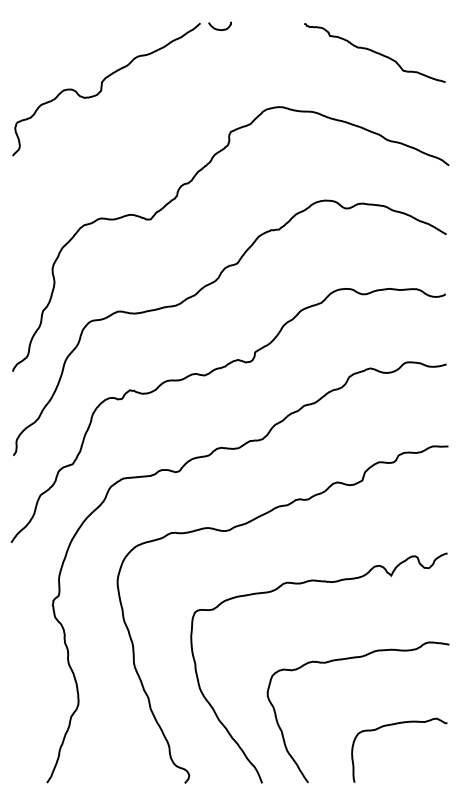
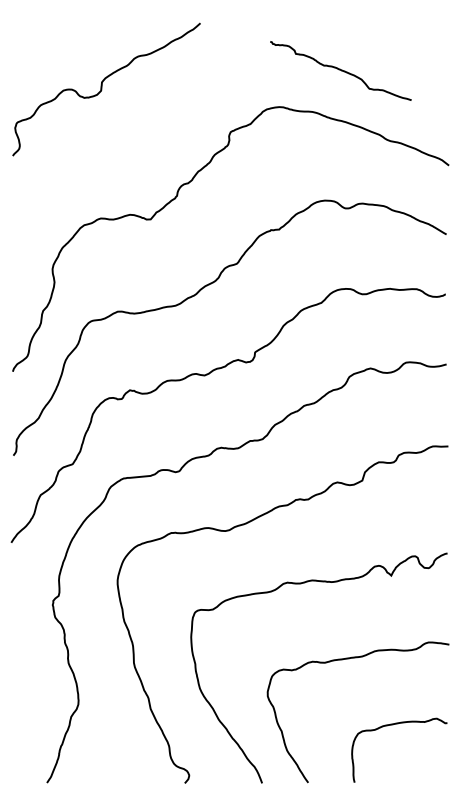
curve at (218, 28): present -> none
curve at (374, 52) position: (374, 52) -> (340, 70)
